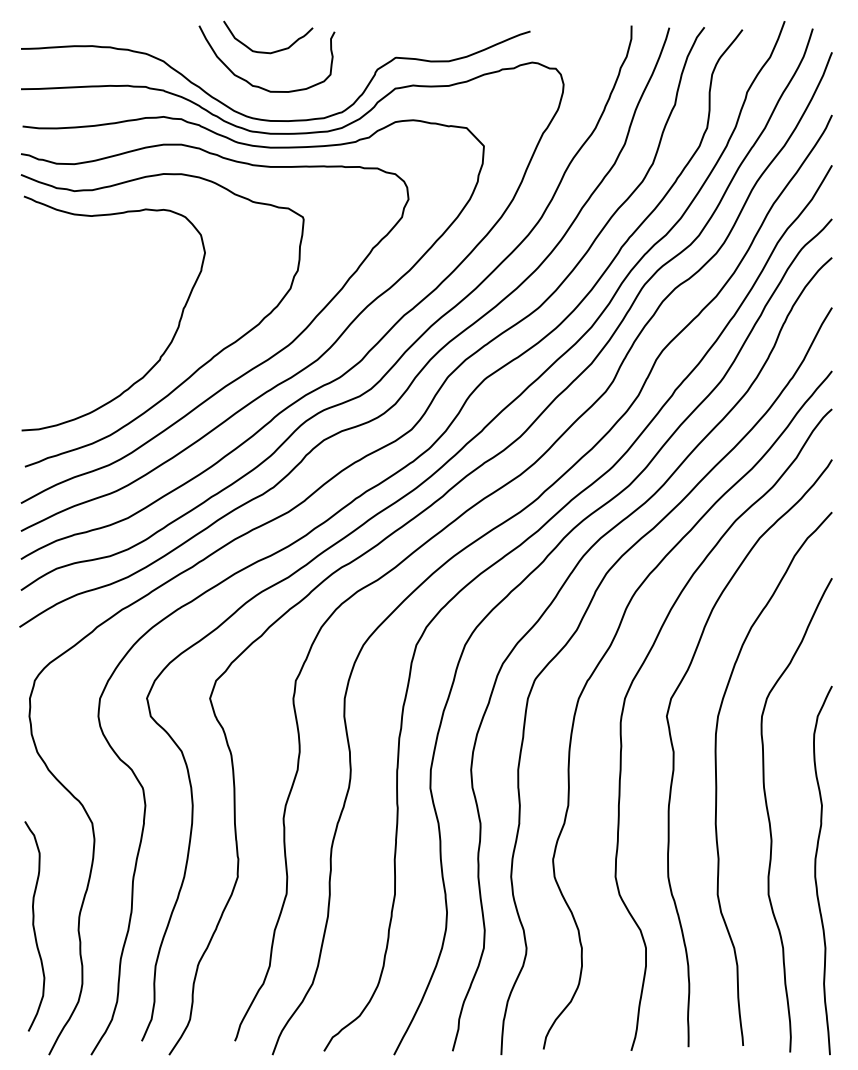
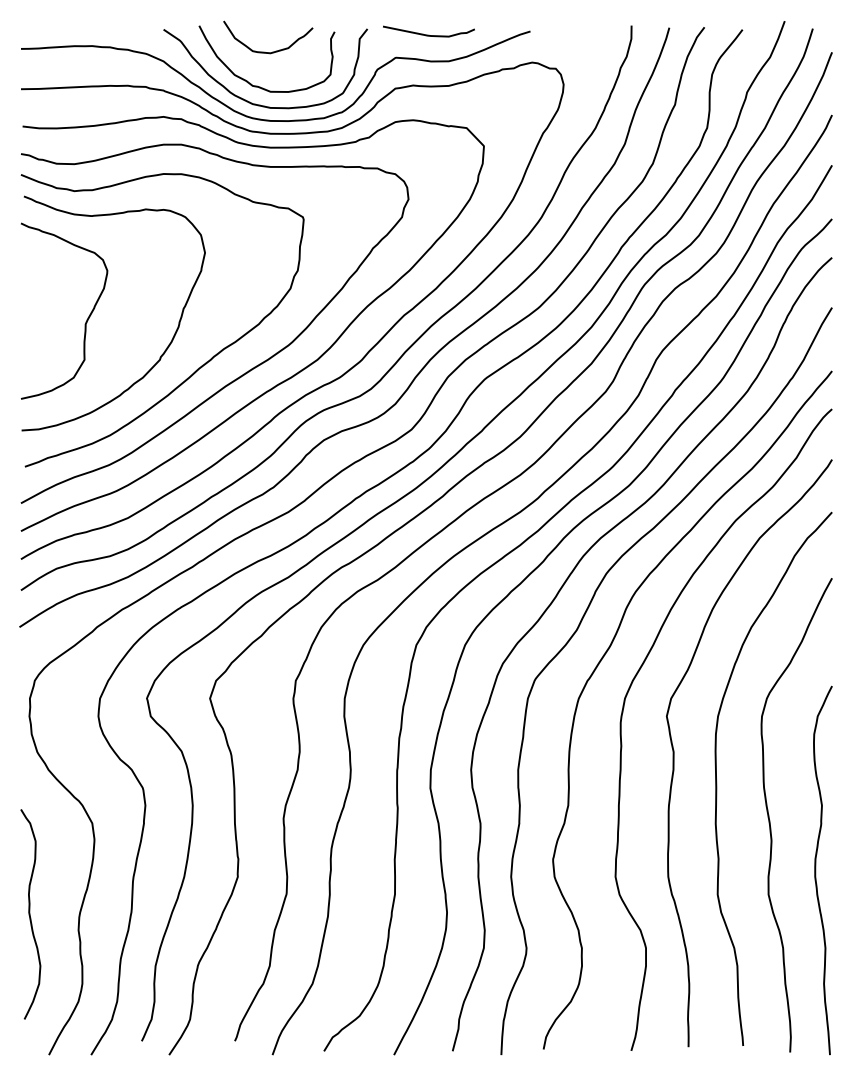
curve at (428, 34): none -> present
curve at (260, 104): none -> present
curve at (85, 321): none -> present
curve at (34, 926) position: (34, 926) -> (30, 914)
